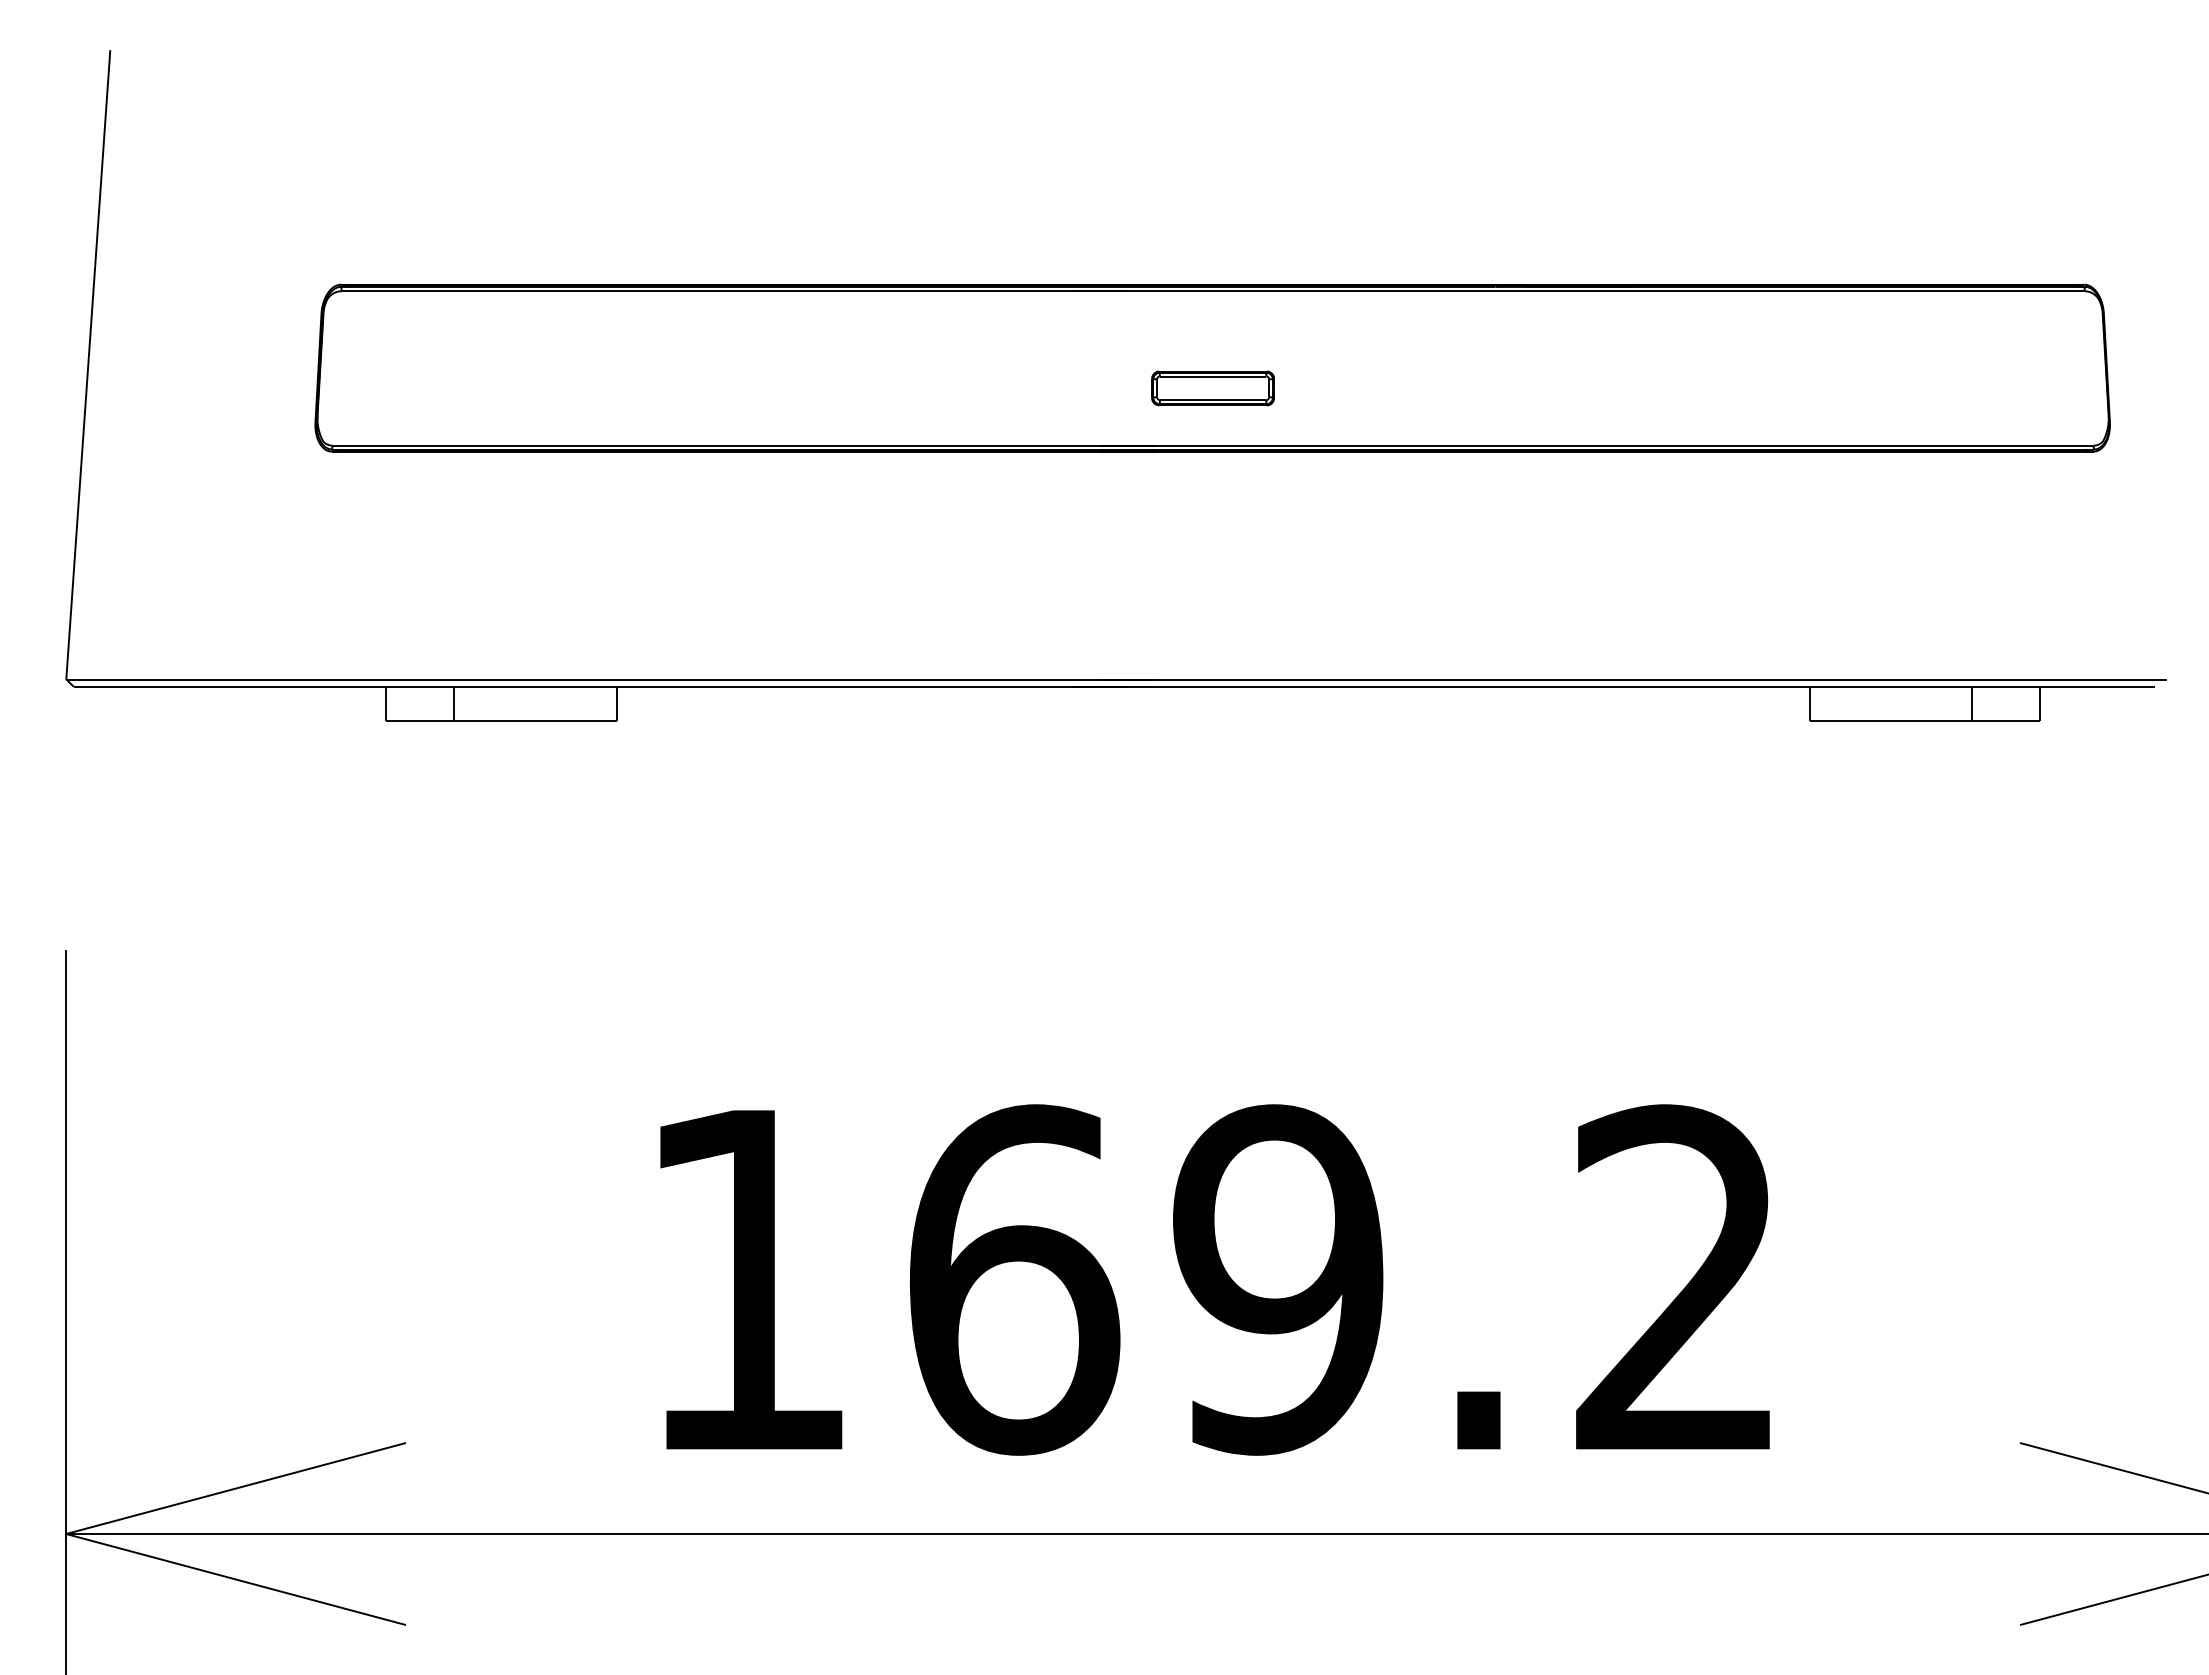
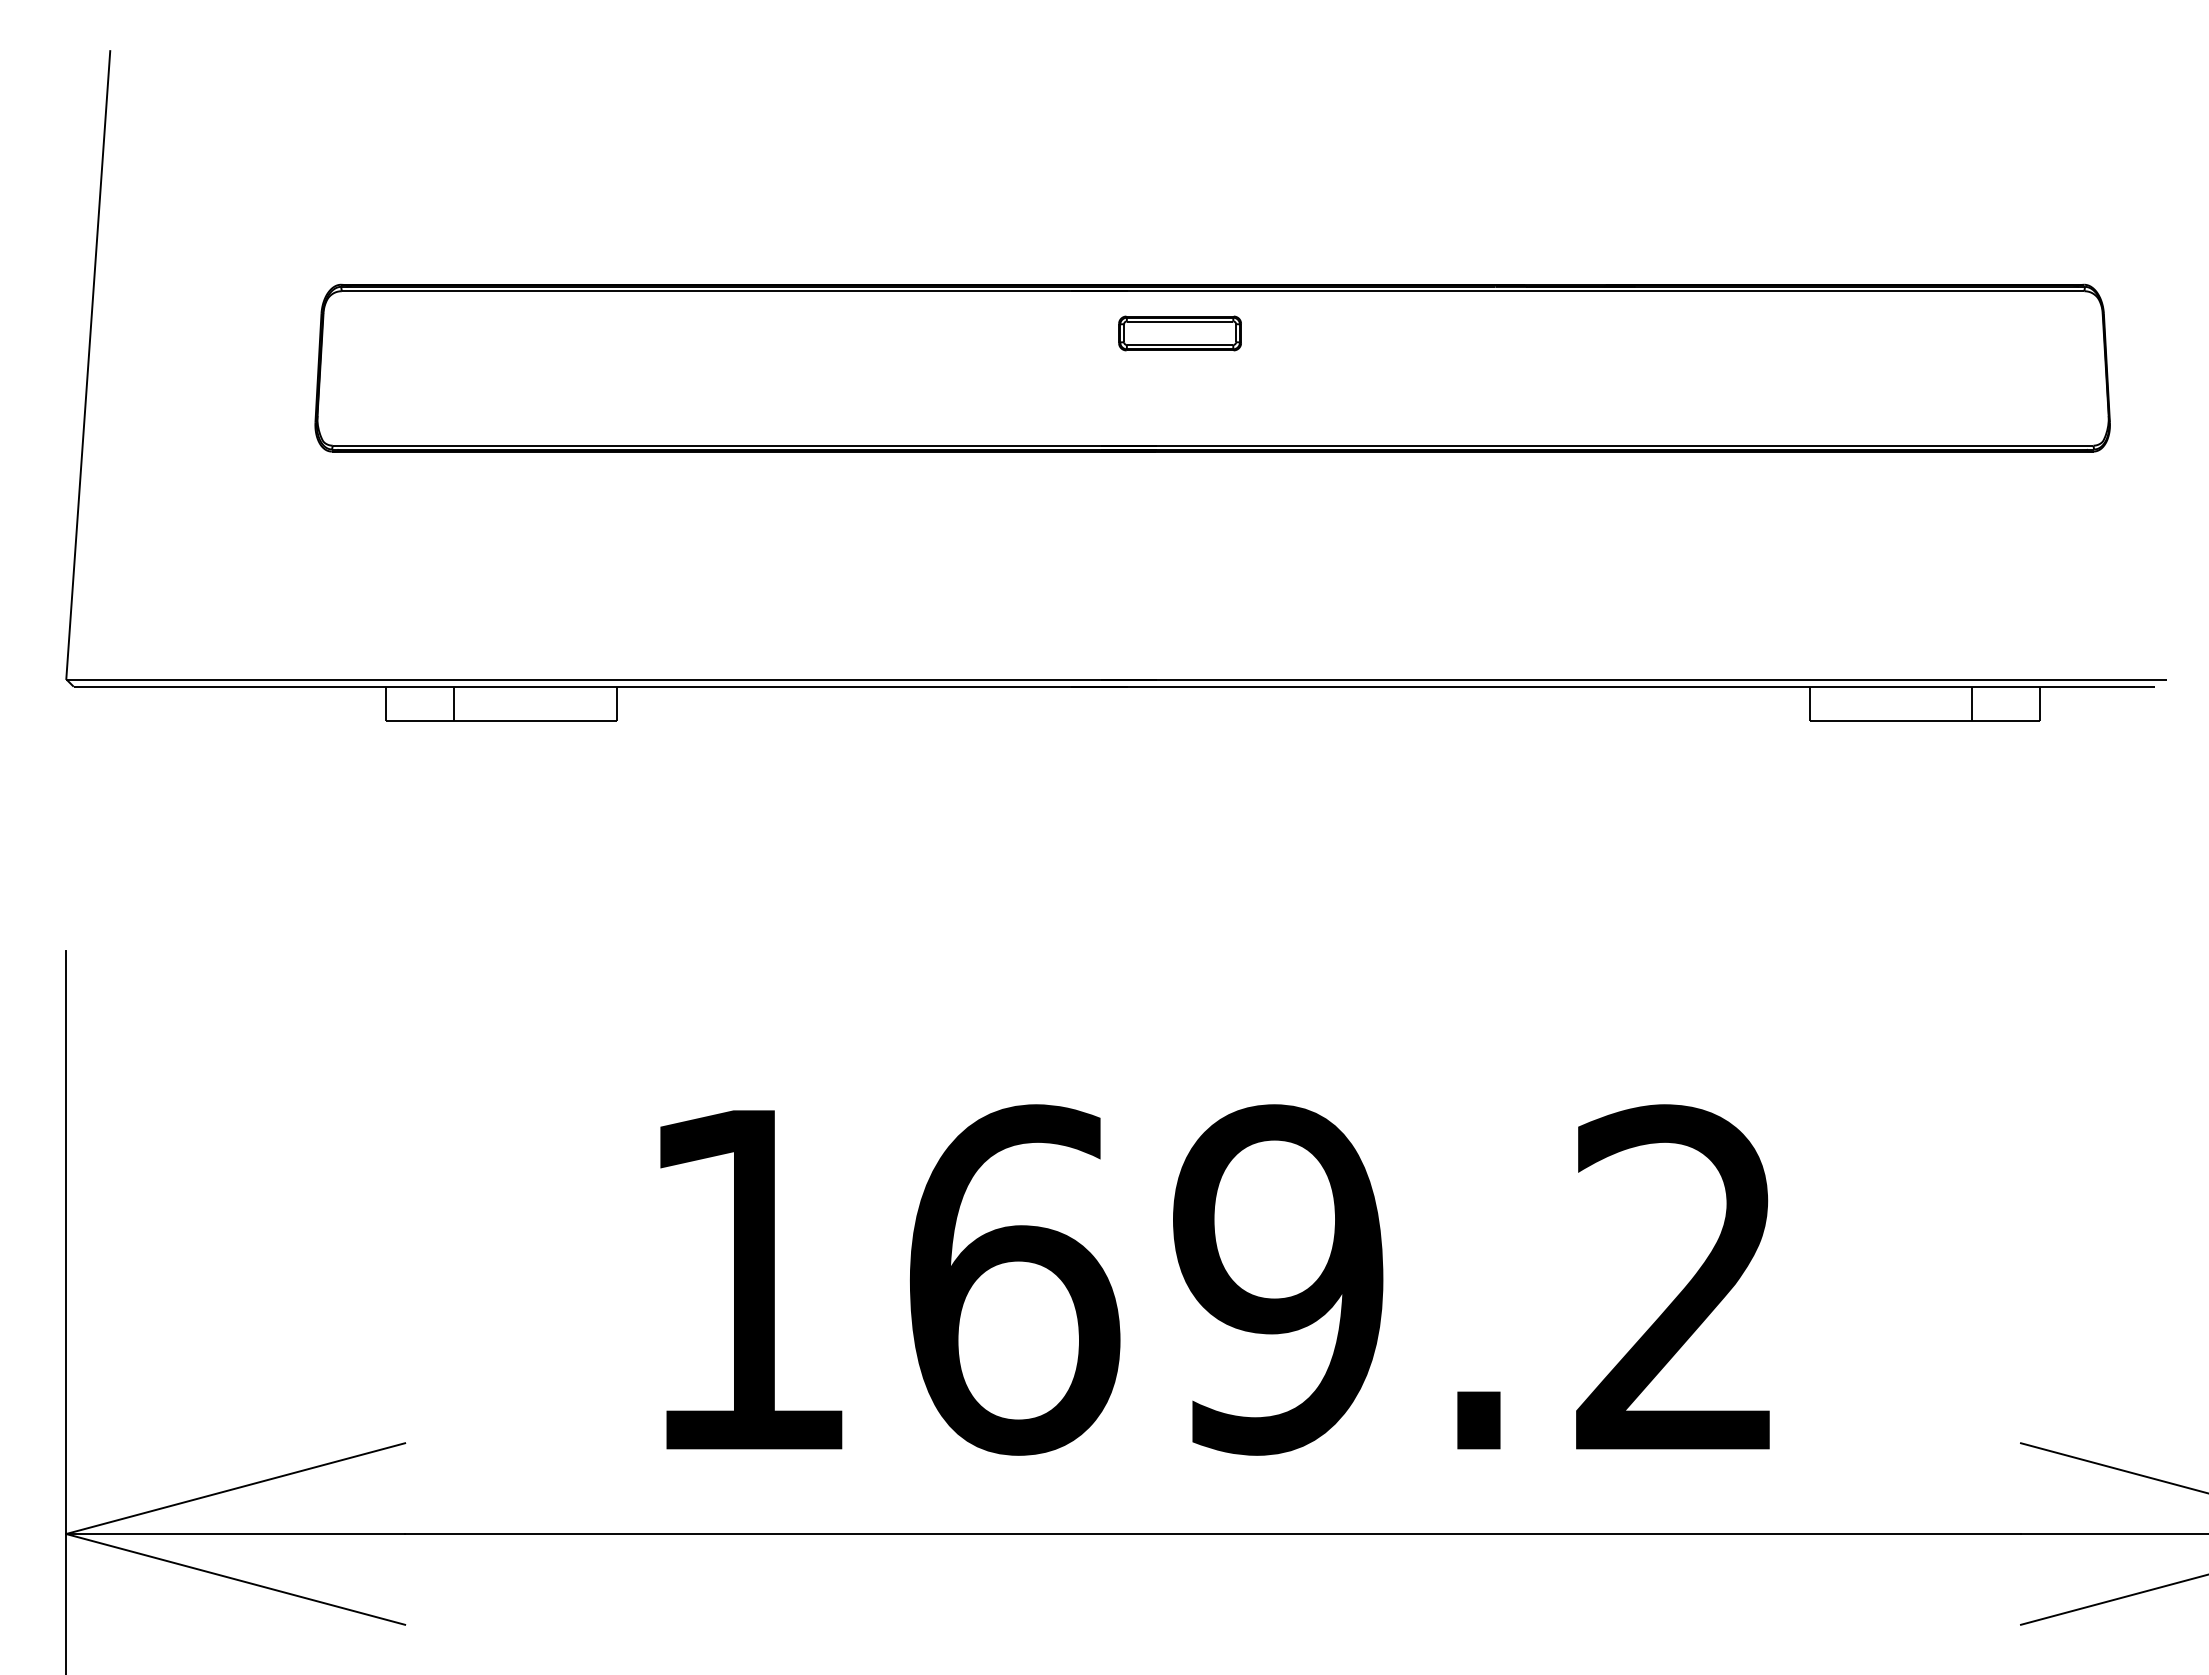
part at (1212, 388) position: (1212, 388) -> (1179, 333)
